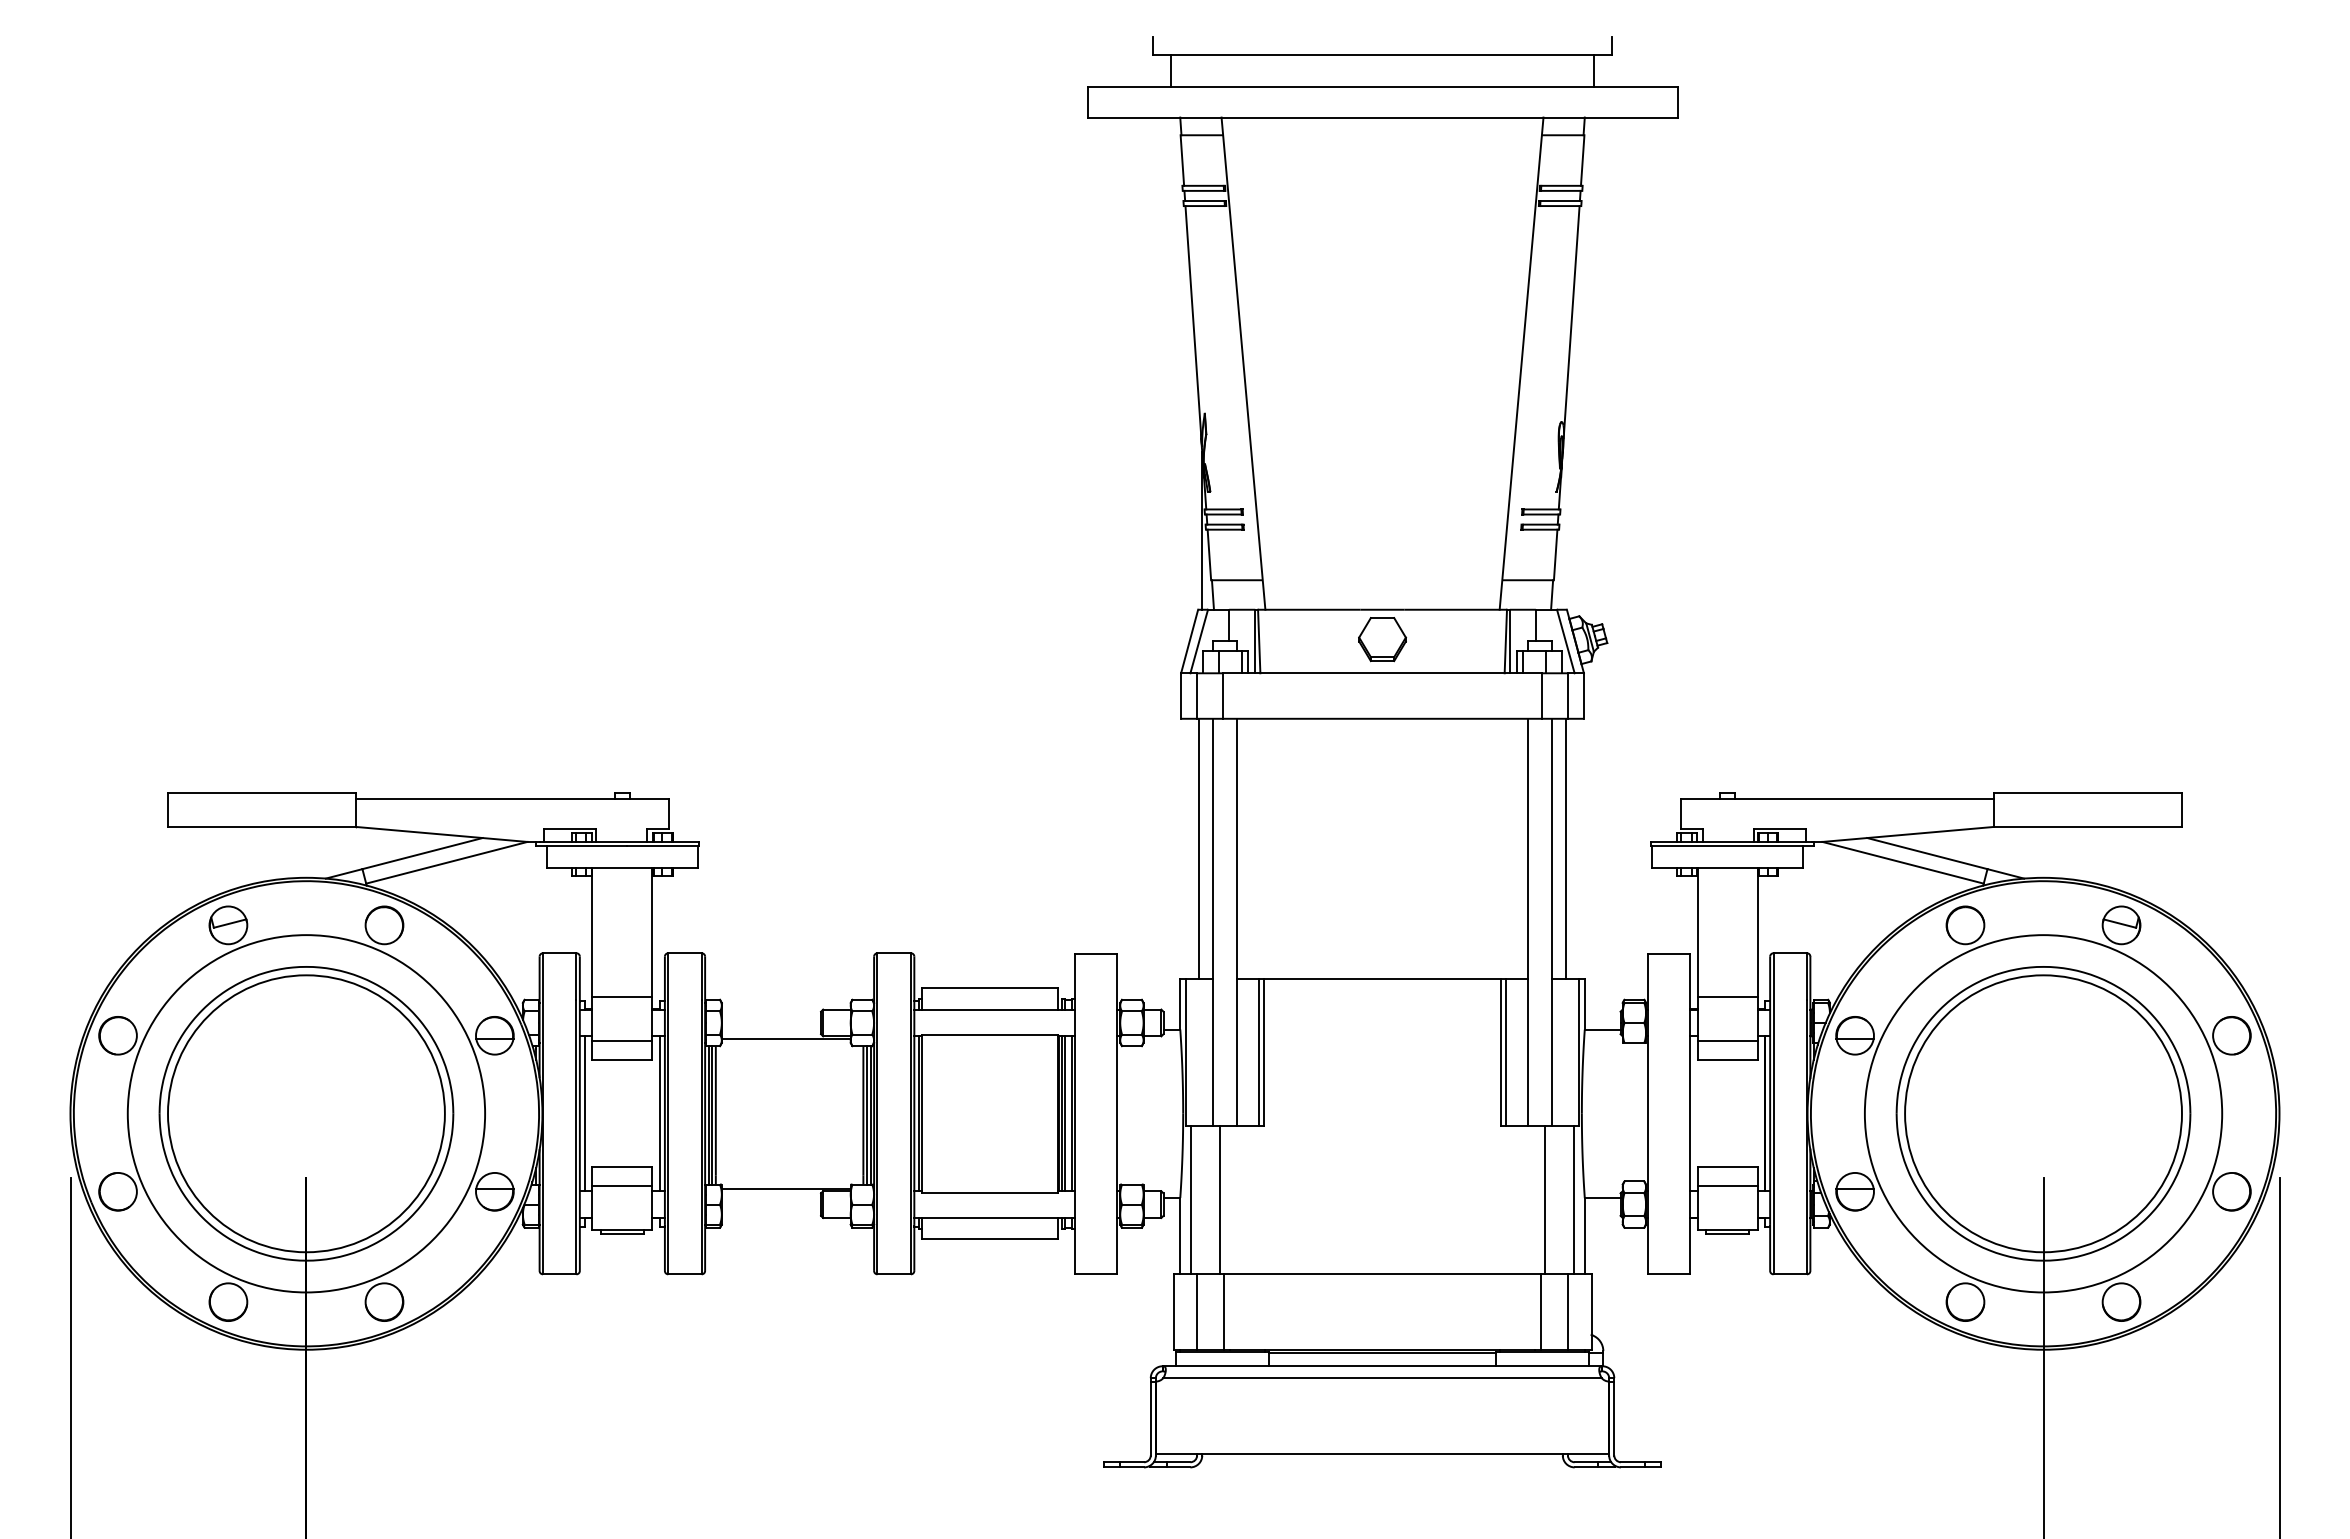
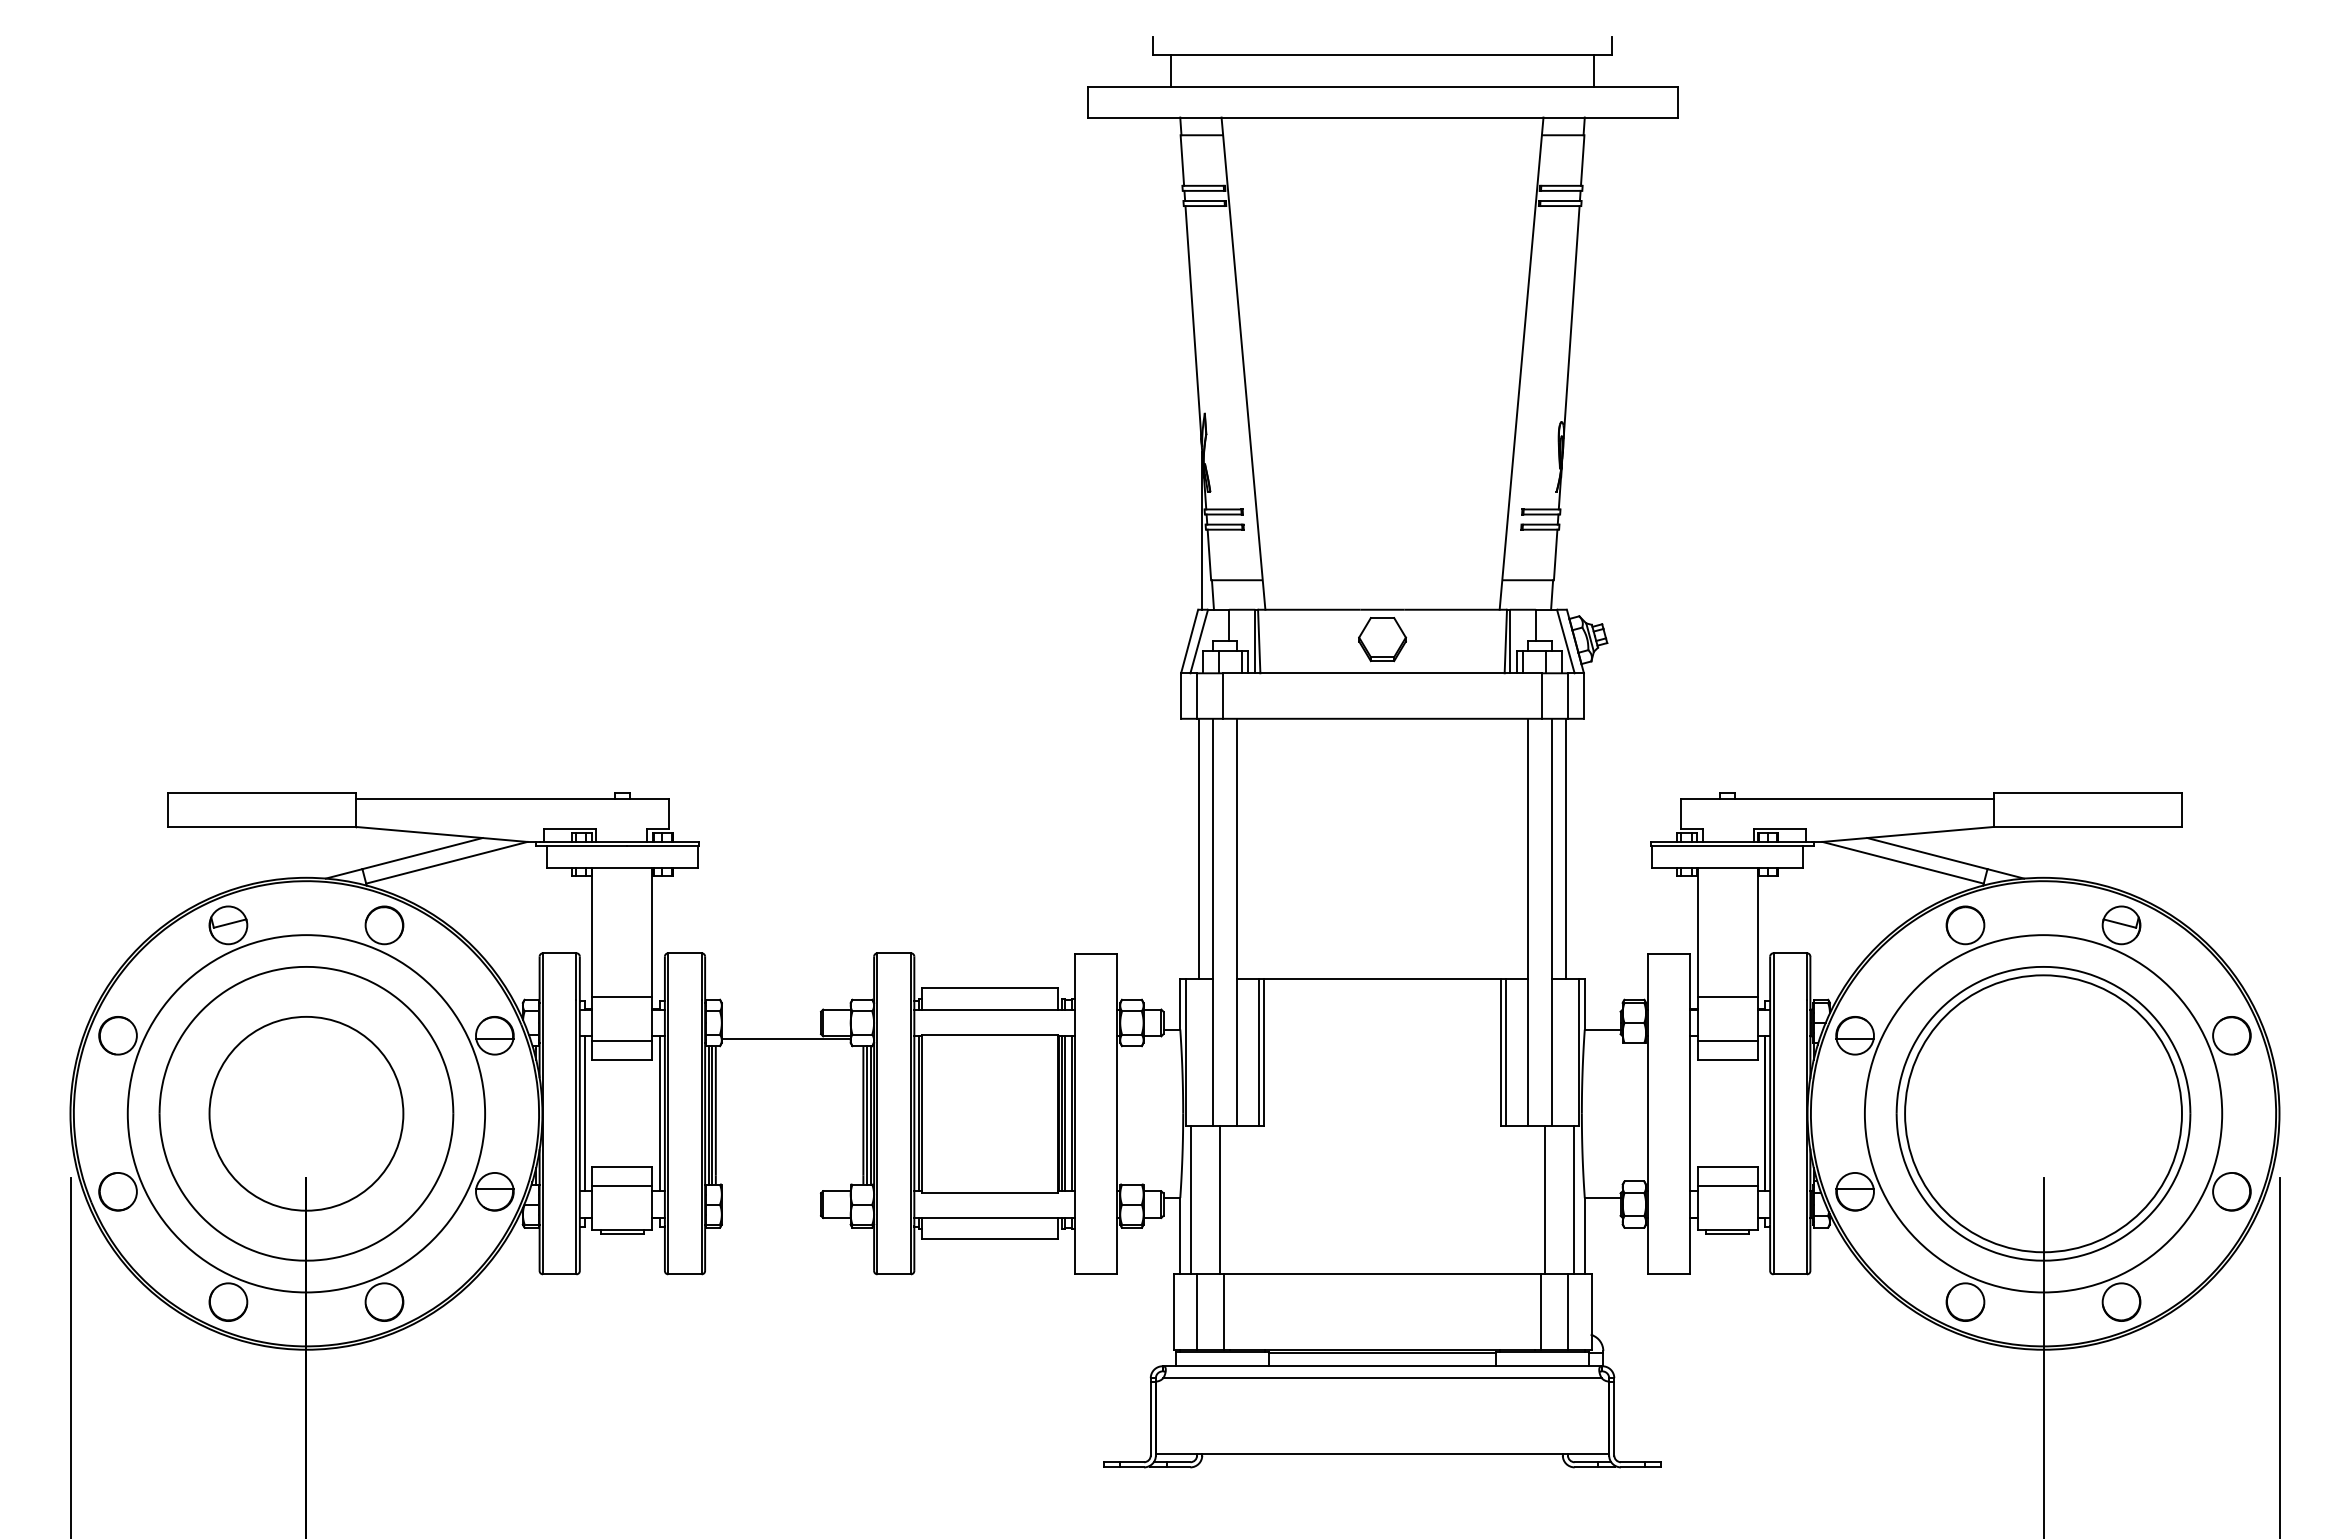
circle at (306, 1113) diameter: 277 px -> 194 px
line at (785, 1188): present -> none
